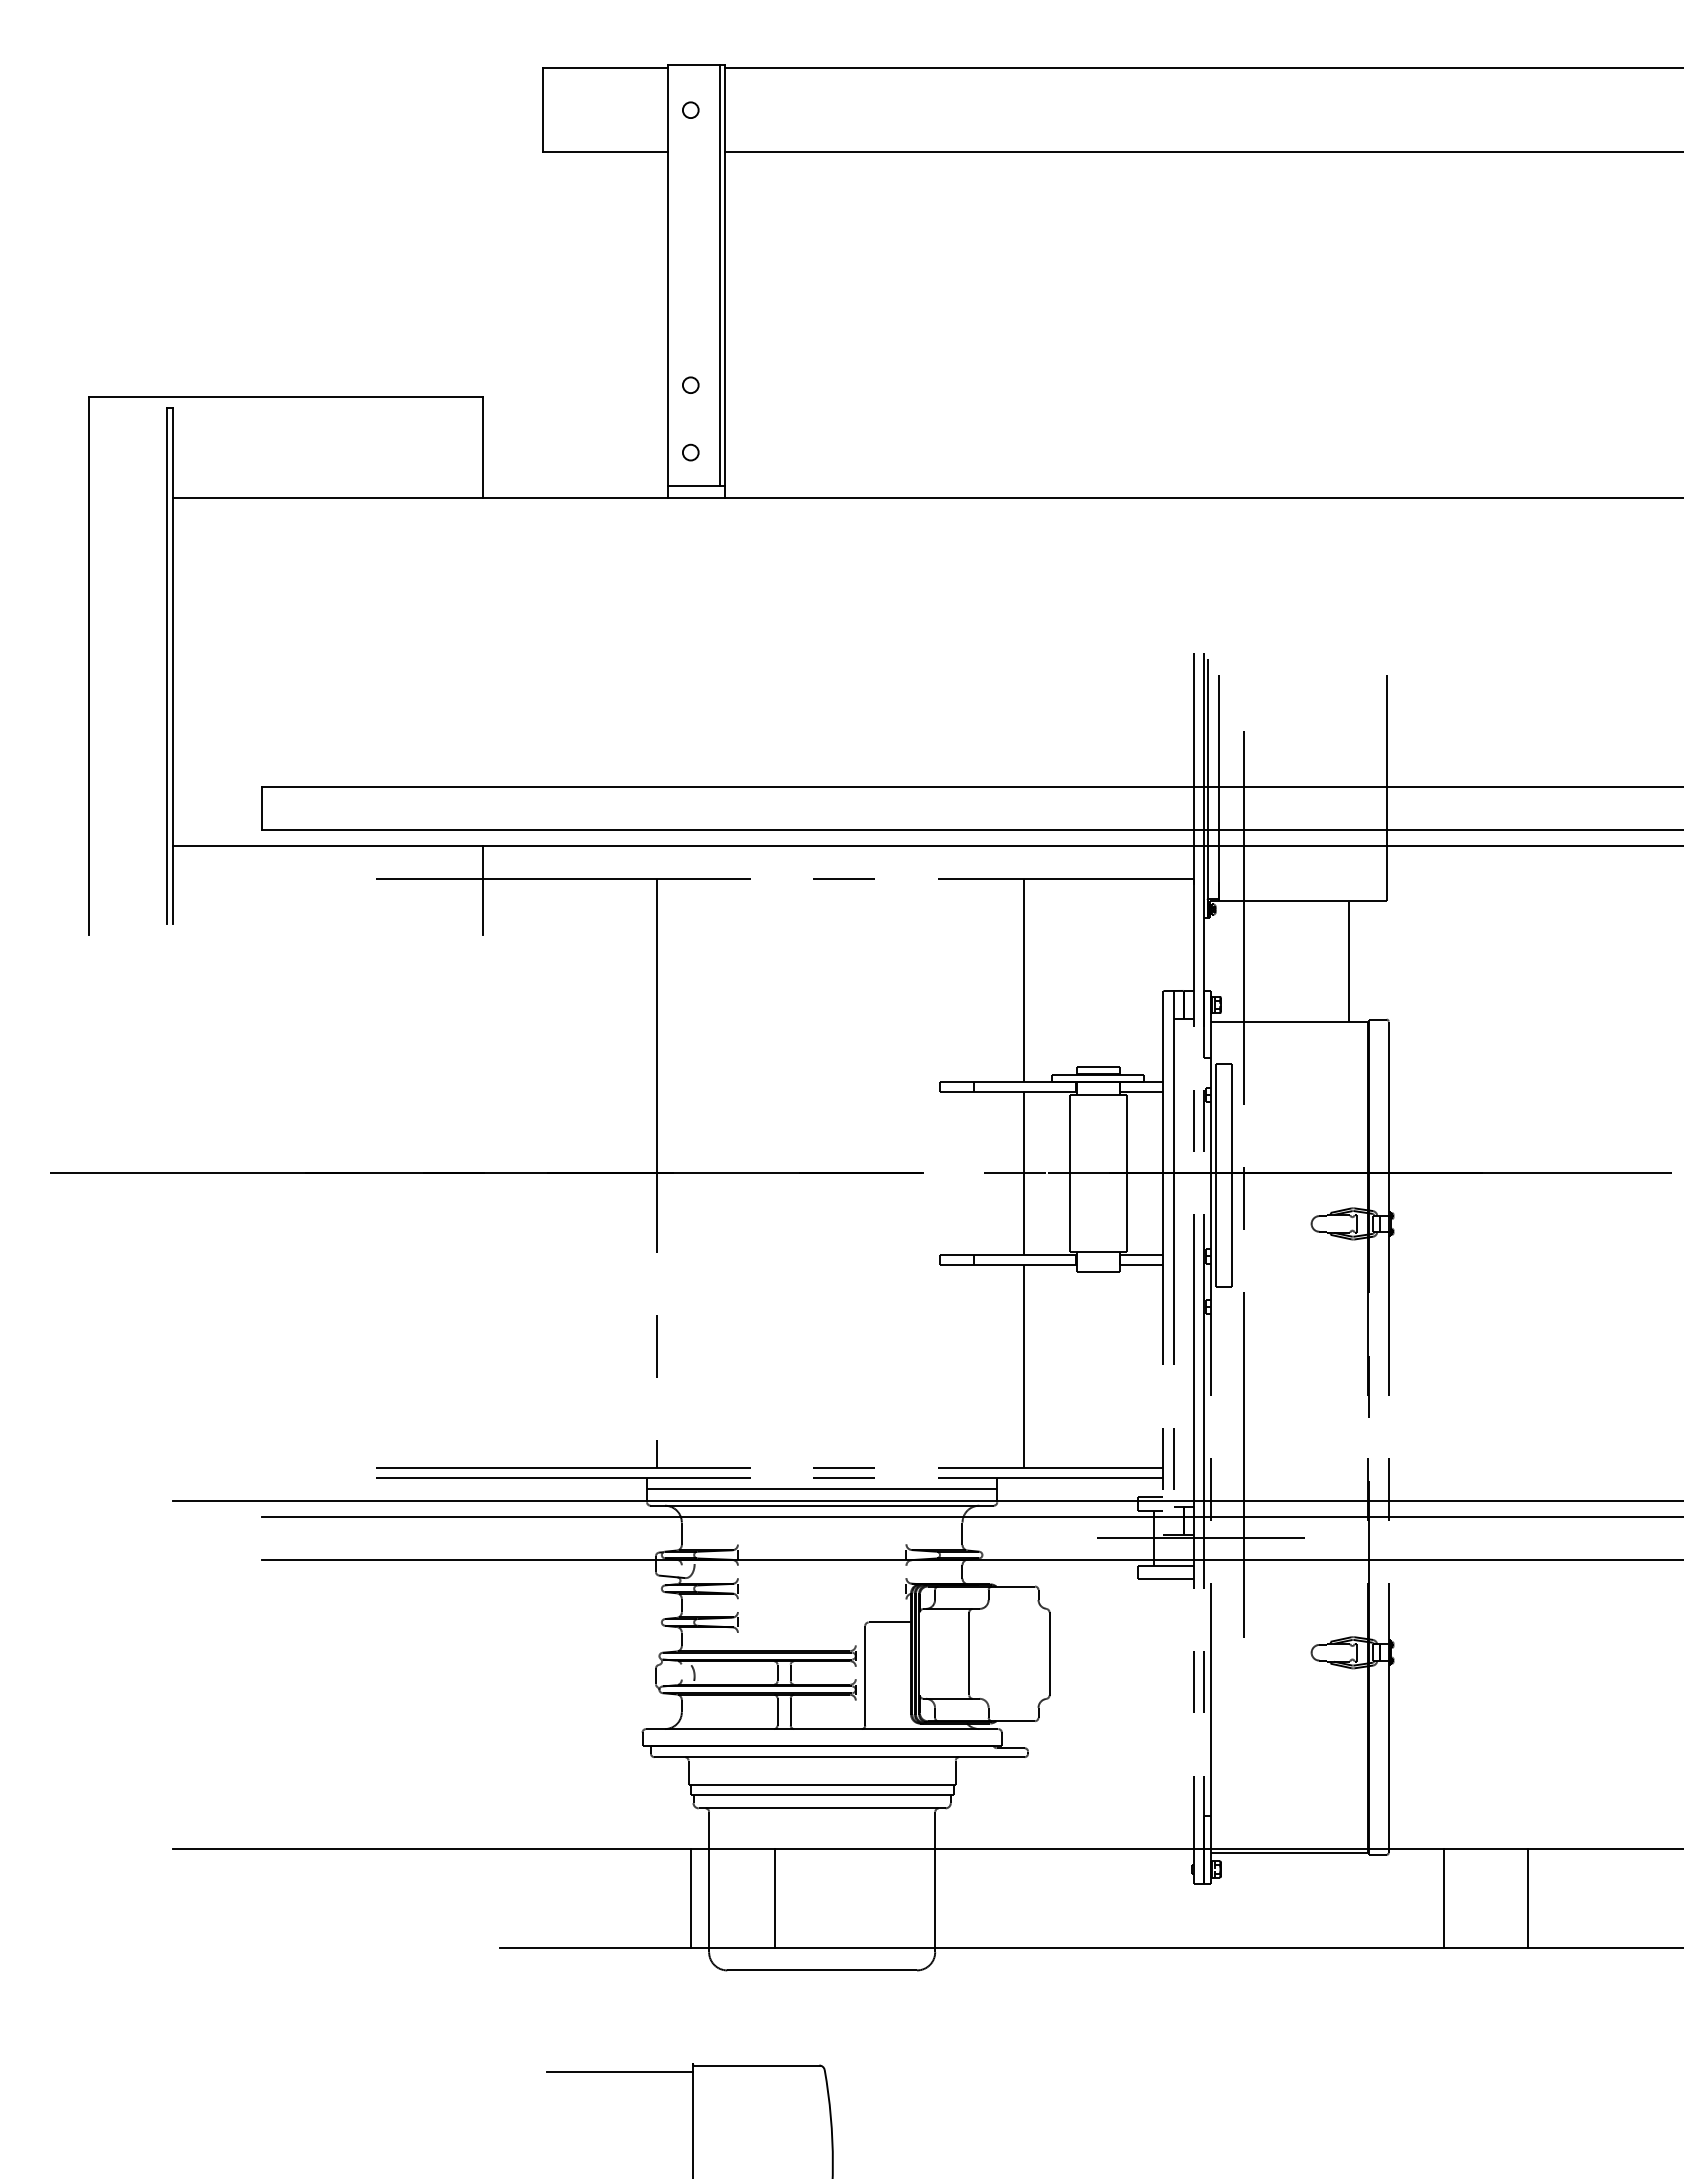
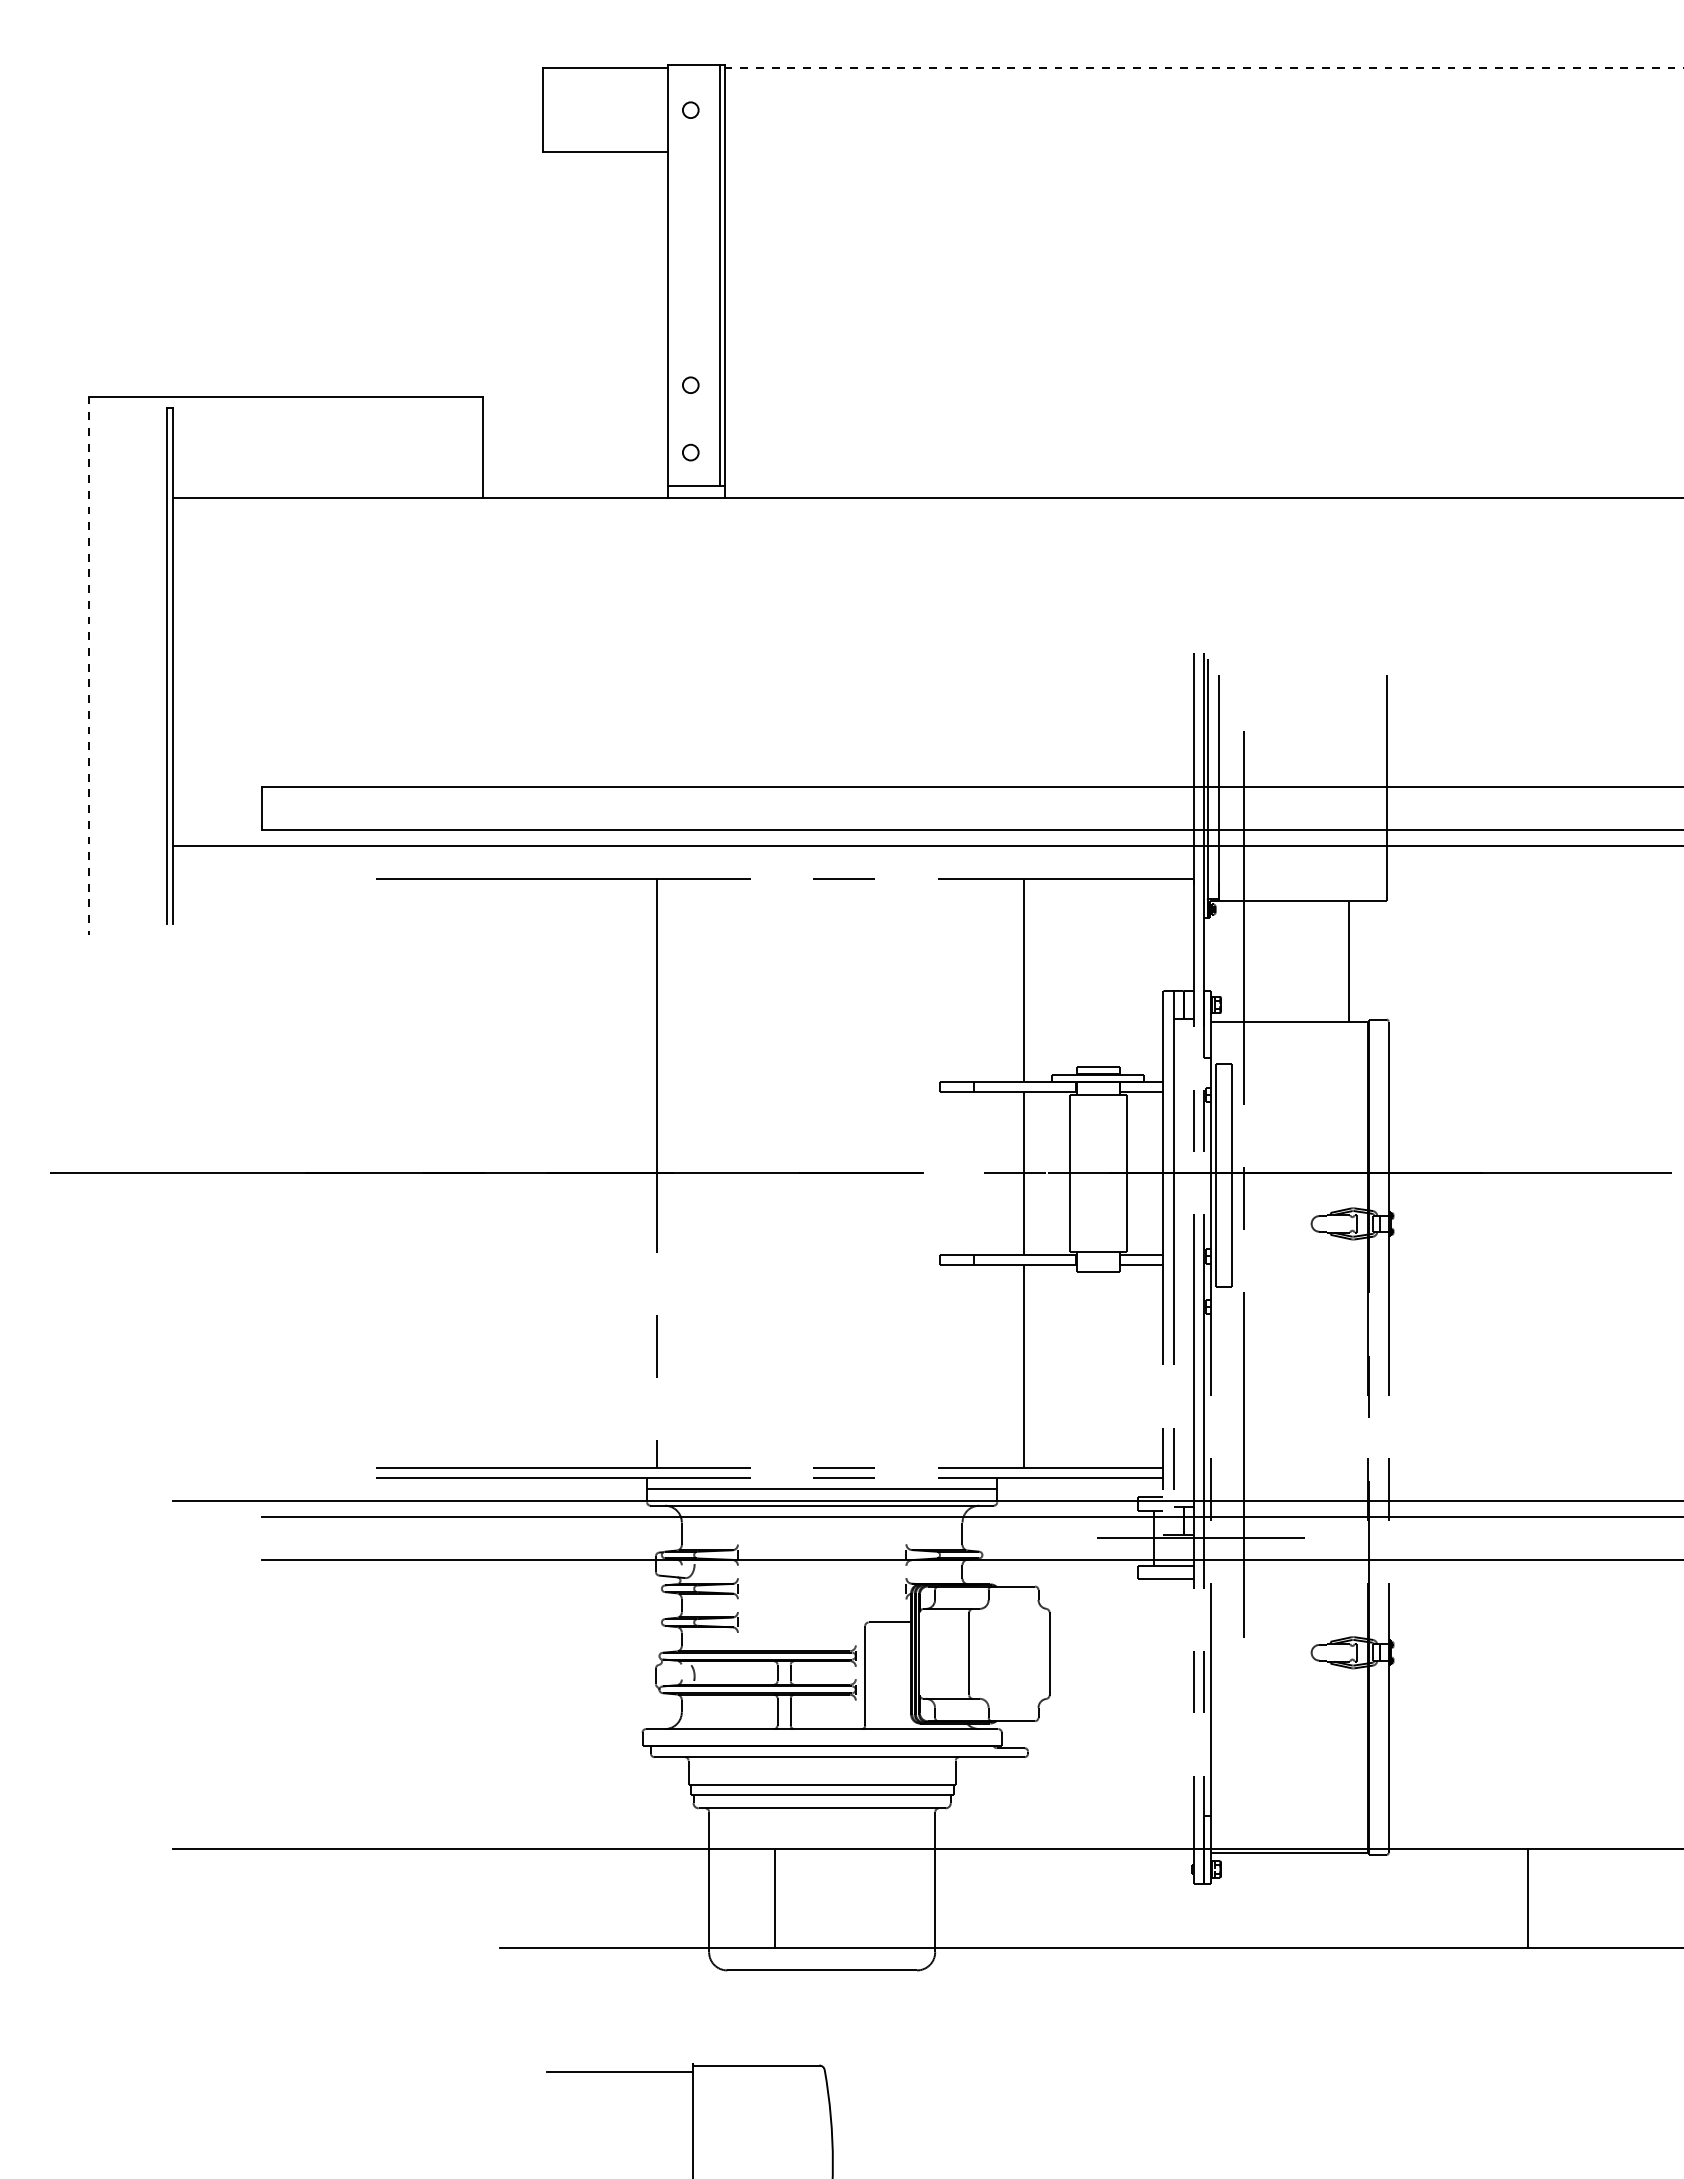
line at (1204, 68): solid -> dashed
line at (1202, 152): present -> none
line at (89, 666): solid -> dashed
line at (483, 890): present -> none
line at (690, 1898): present -> none
line at (1444, 1898): present -> none
